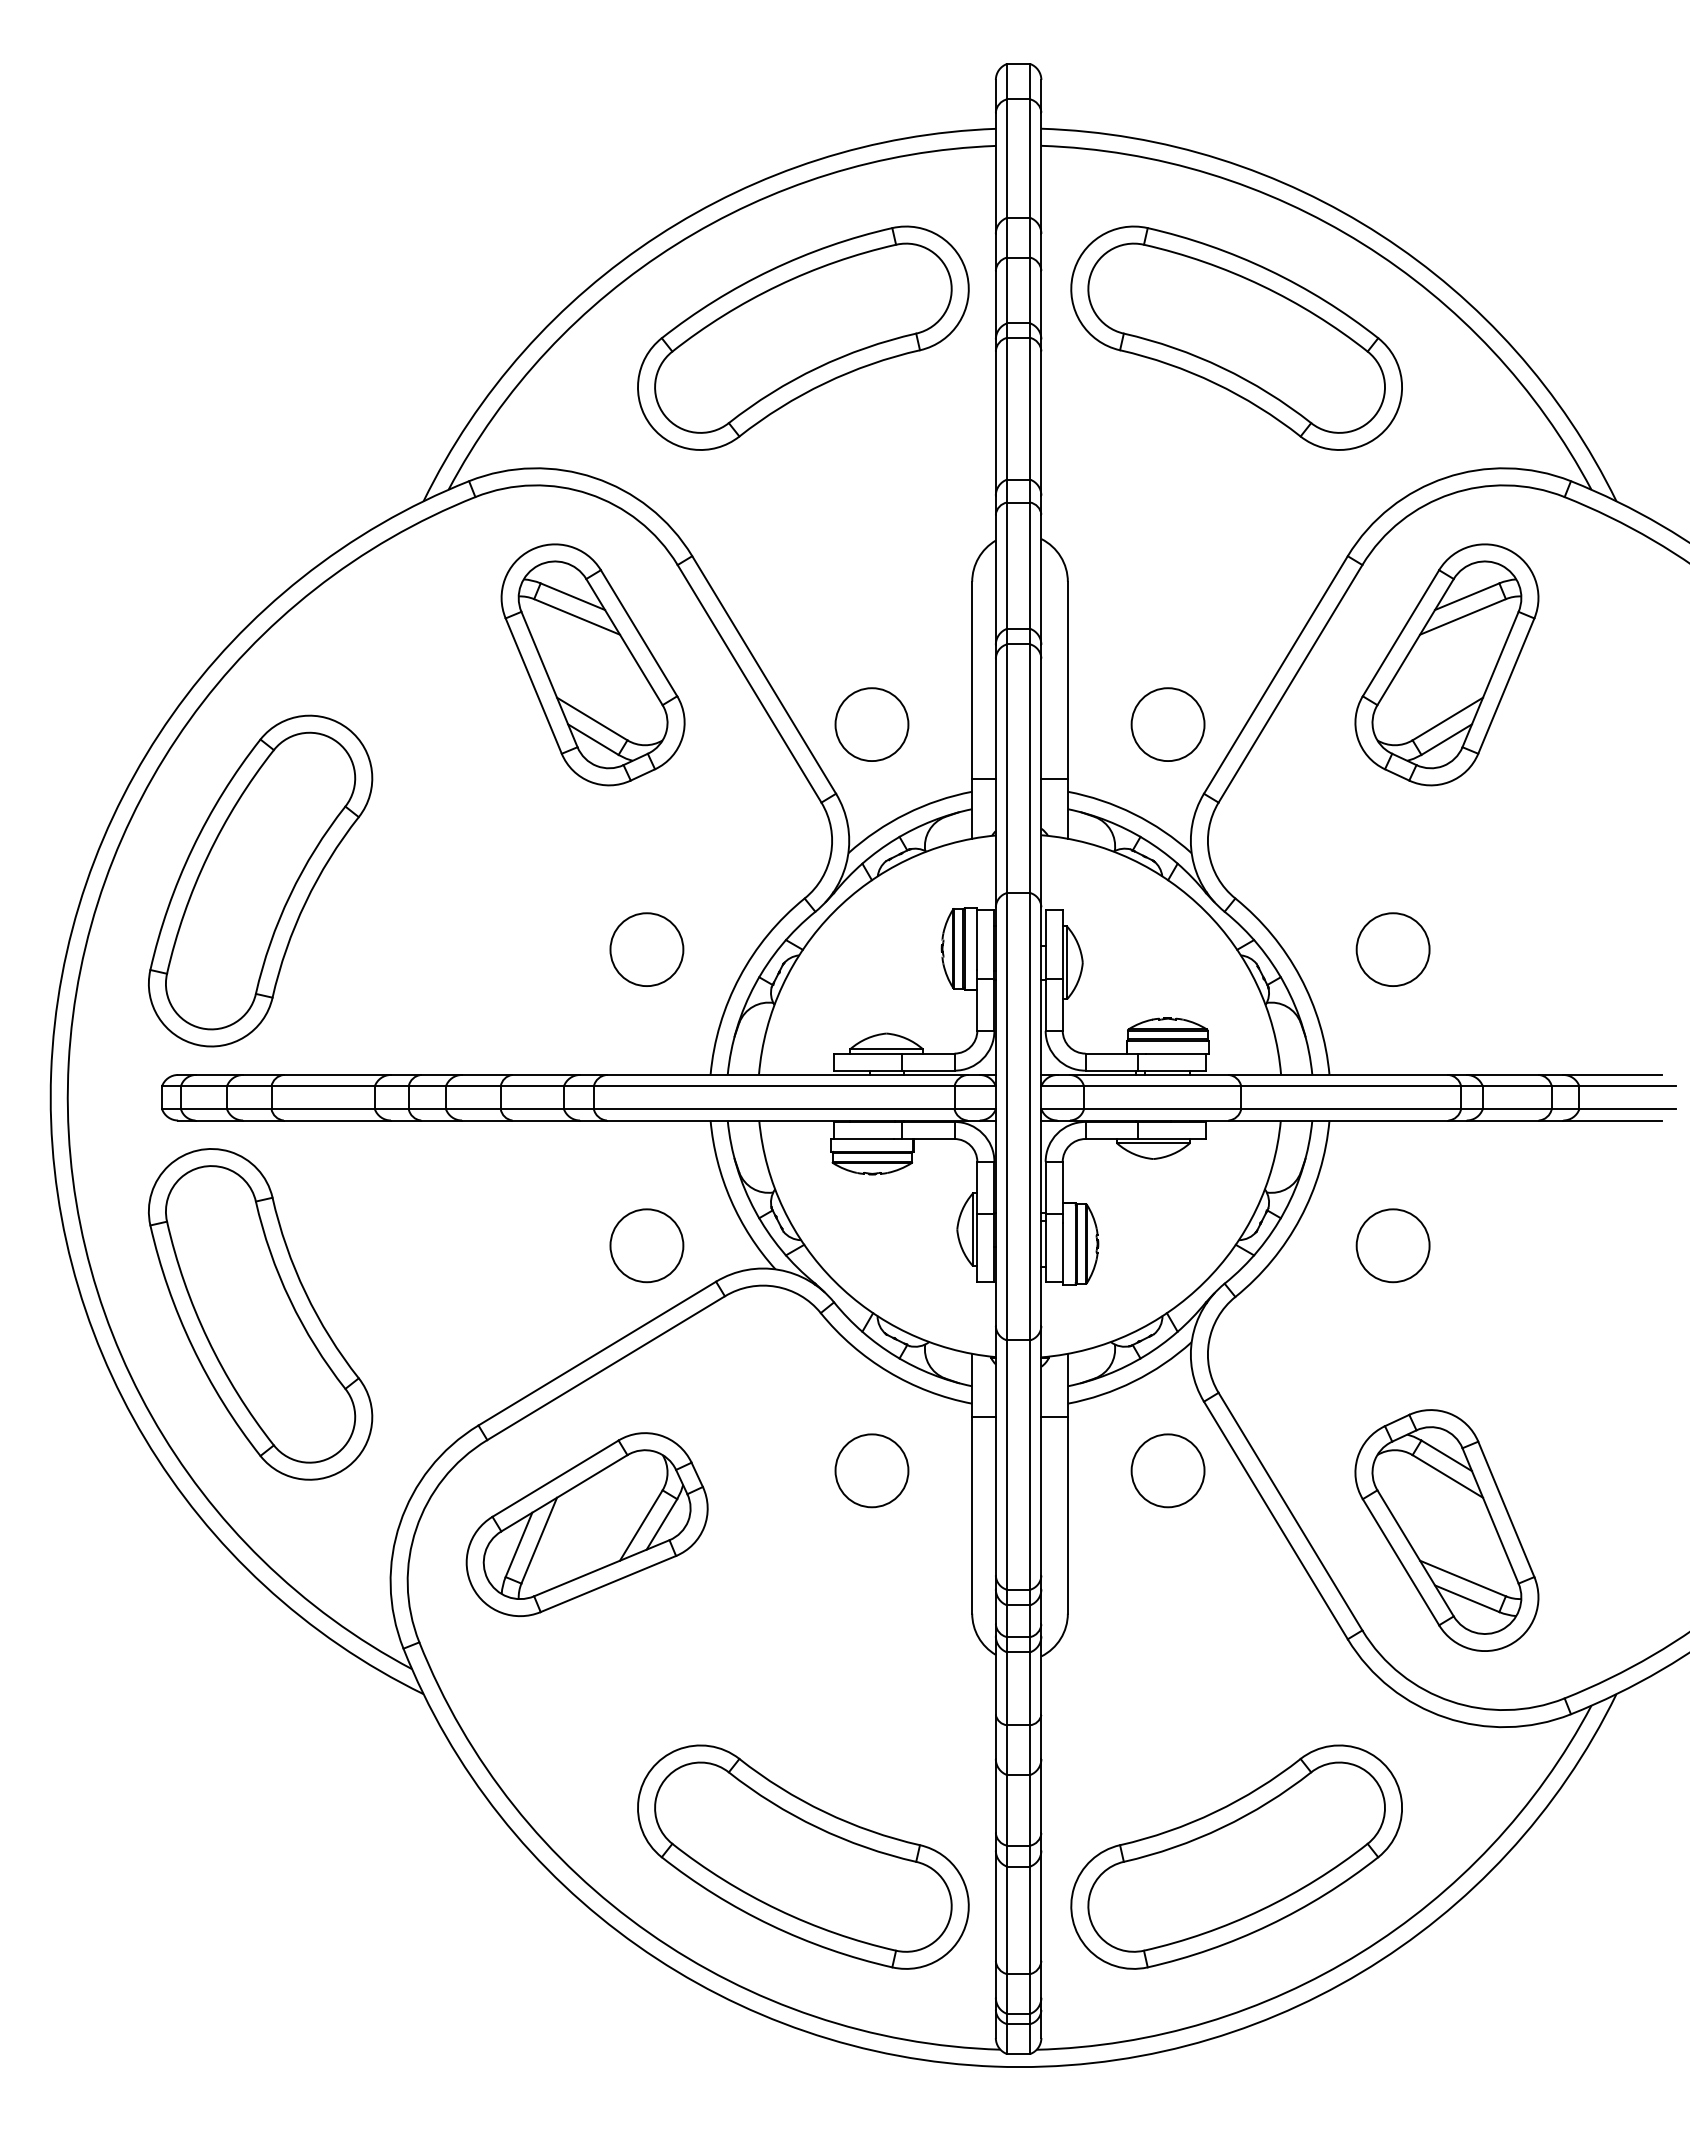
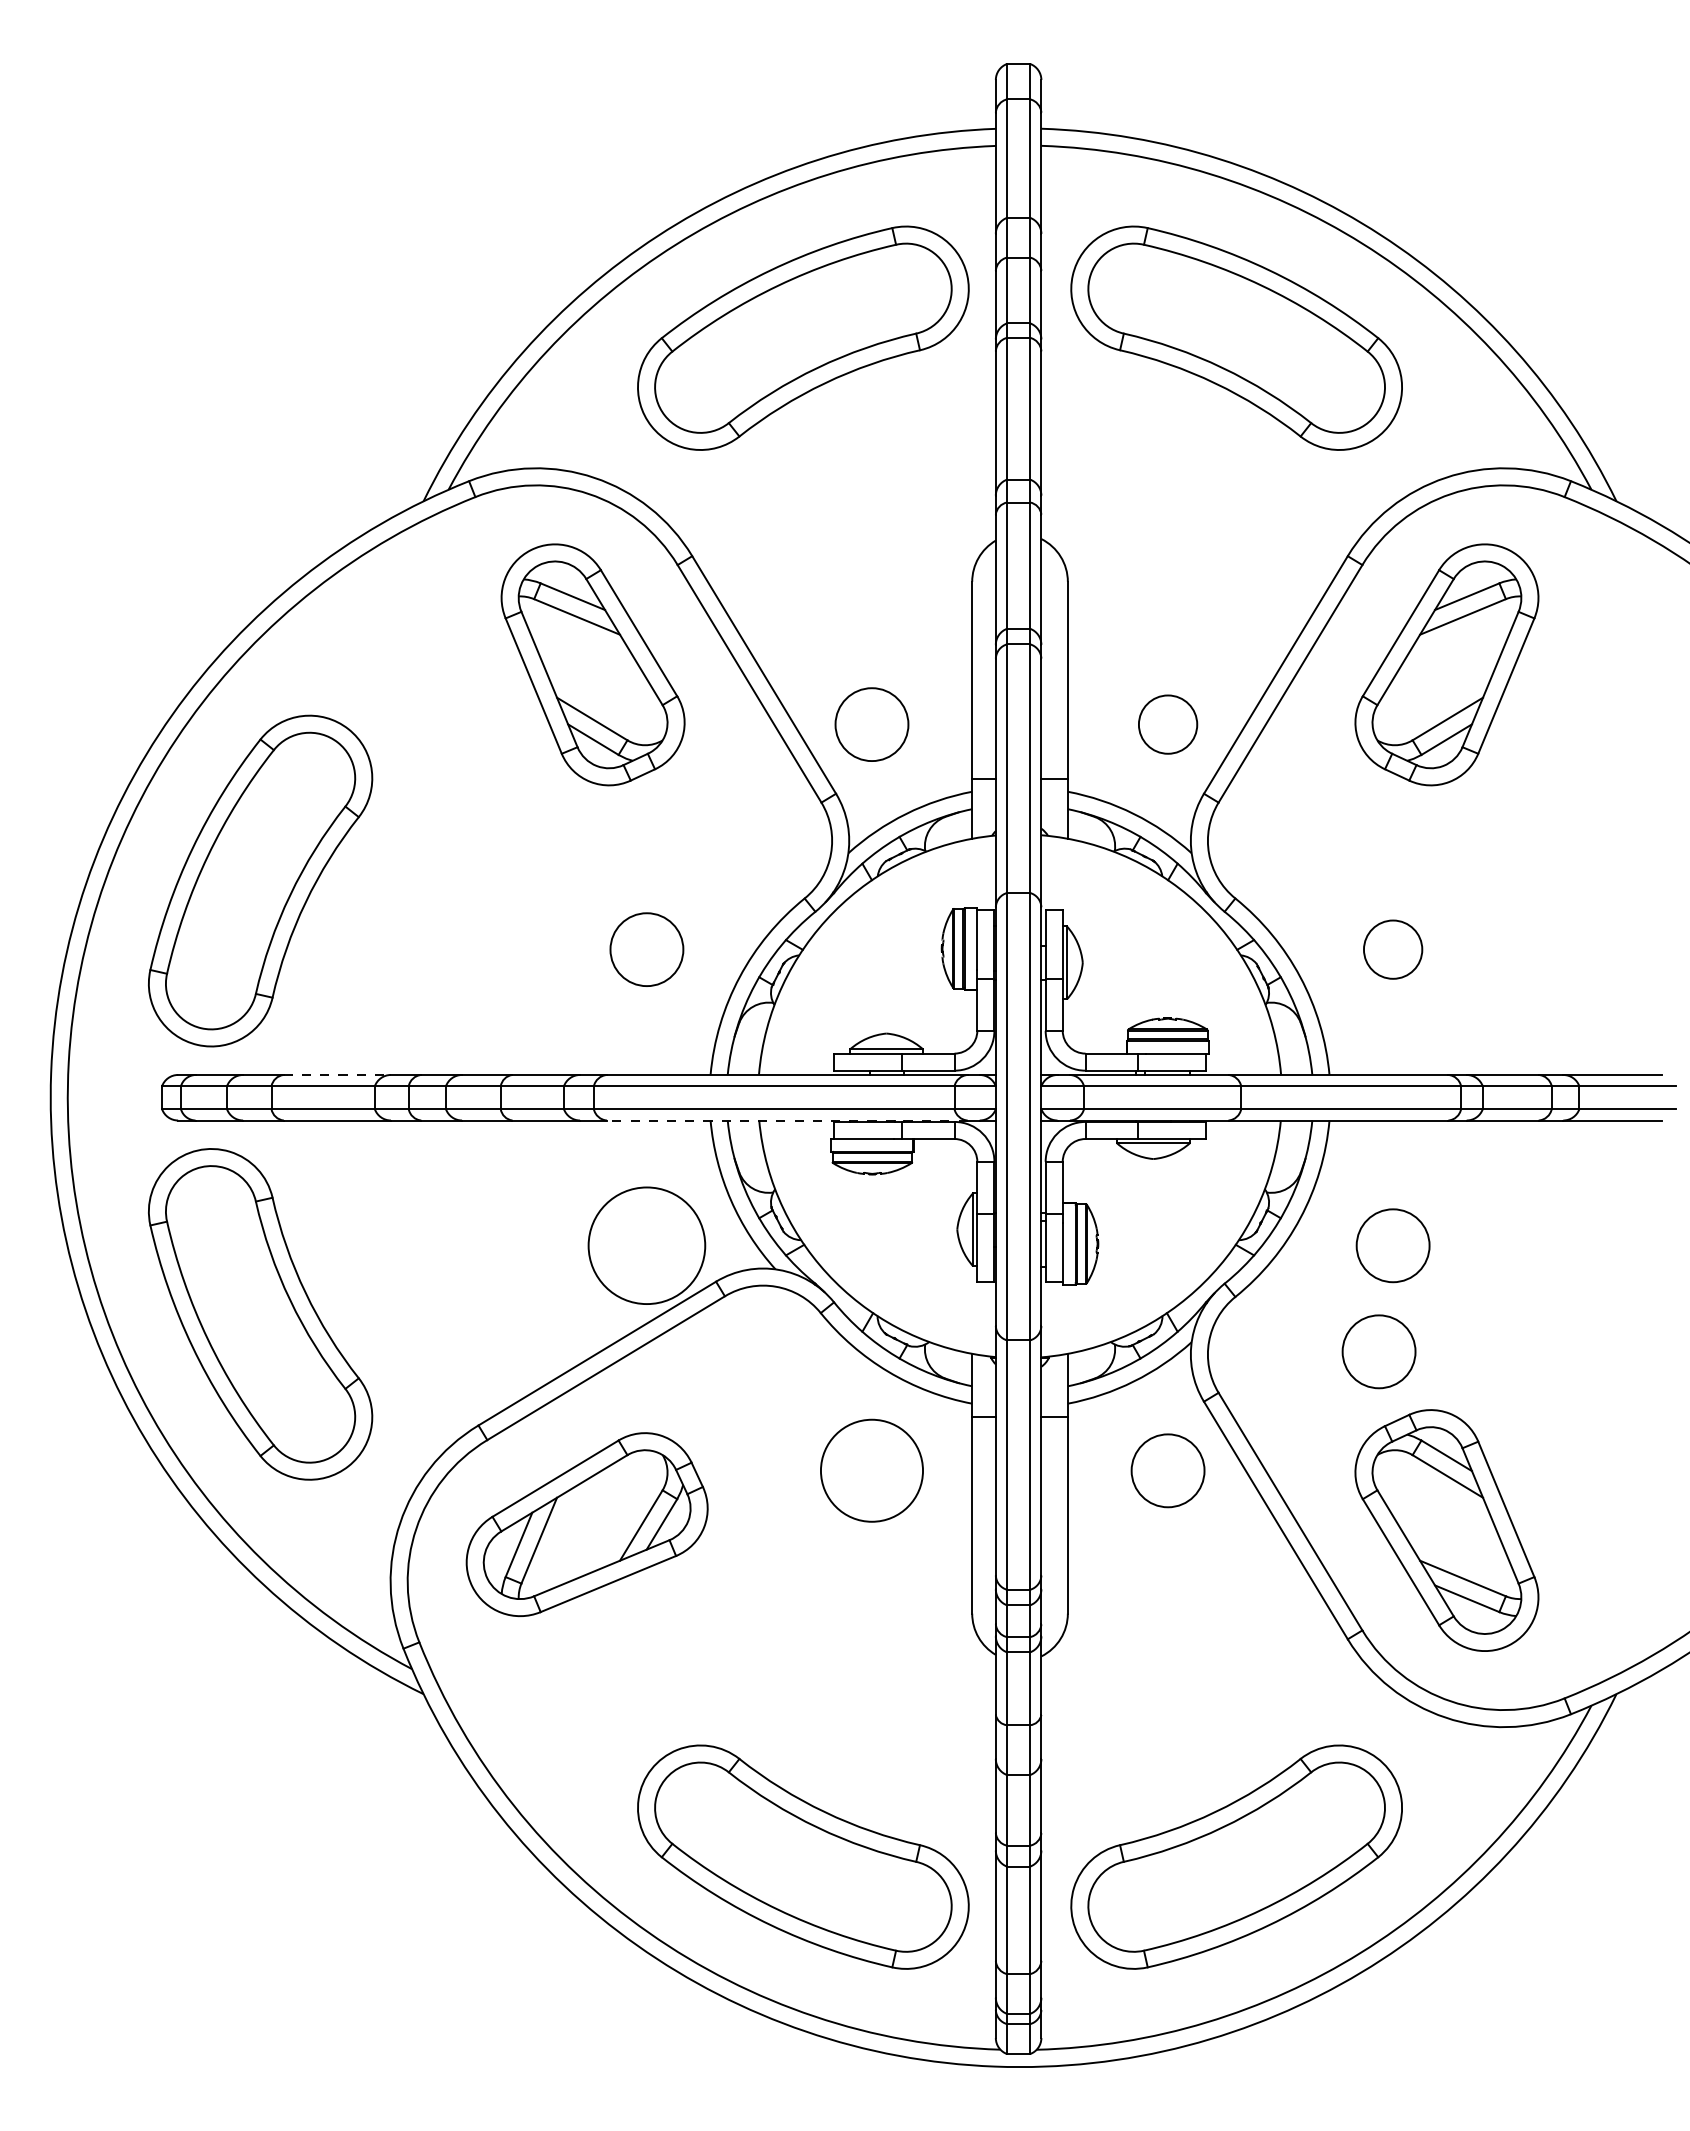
circle at (1167, 724) diameter: 73 px -> 58 px
circle at (1392, 949) diameter: 73 px -> 58 px
line at (337, 1074): solid -> dashed
line at (786, 1120): solid -> dashed
circle at (646, 1245) diameter: 73 px -> 117 px
circle at (1378, 1351): none -> present
circle at (871, 1470) size: 76x76 px -> 104x105 px
